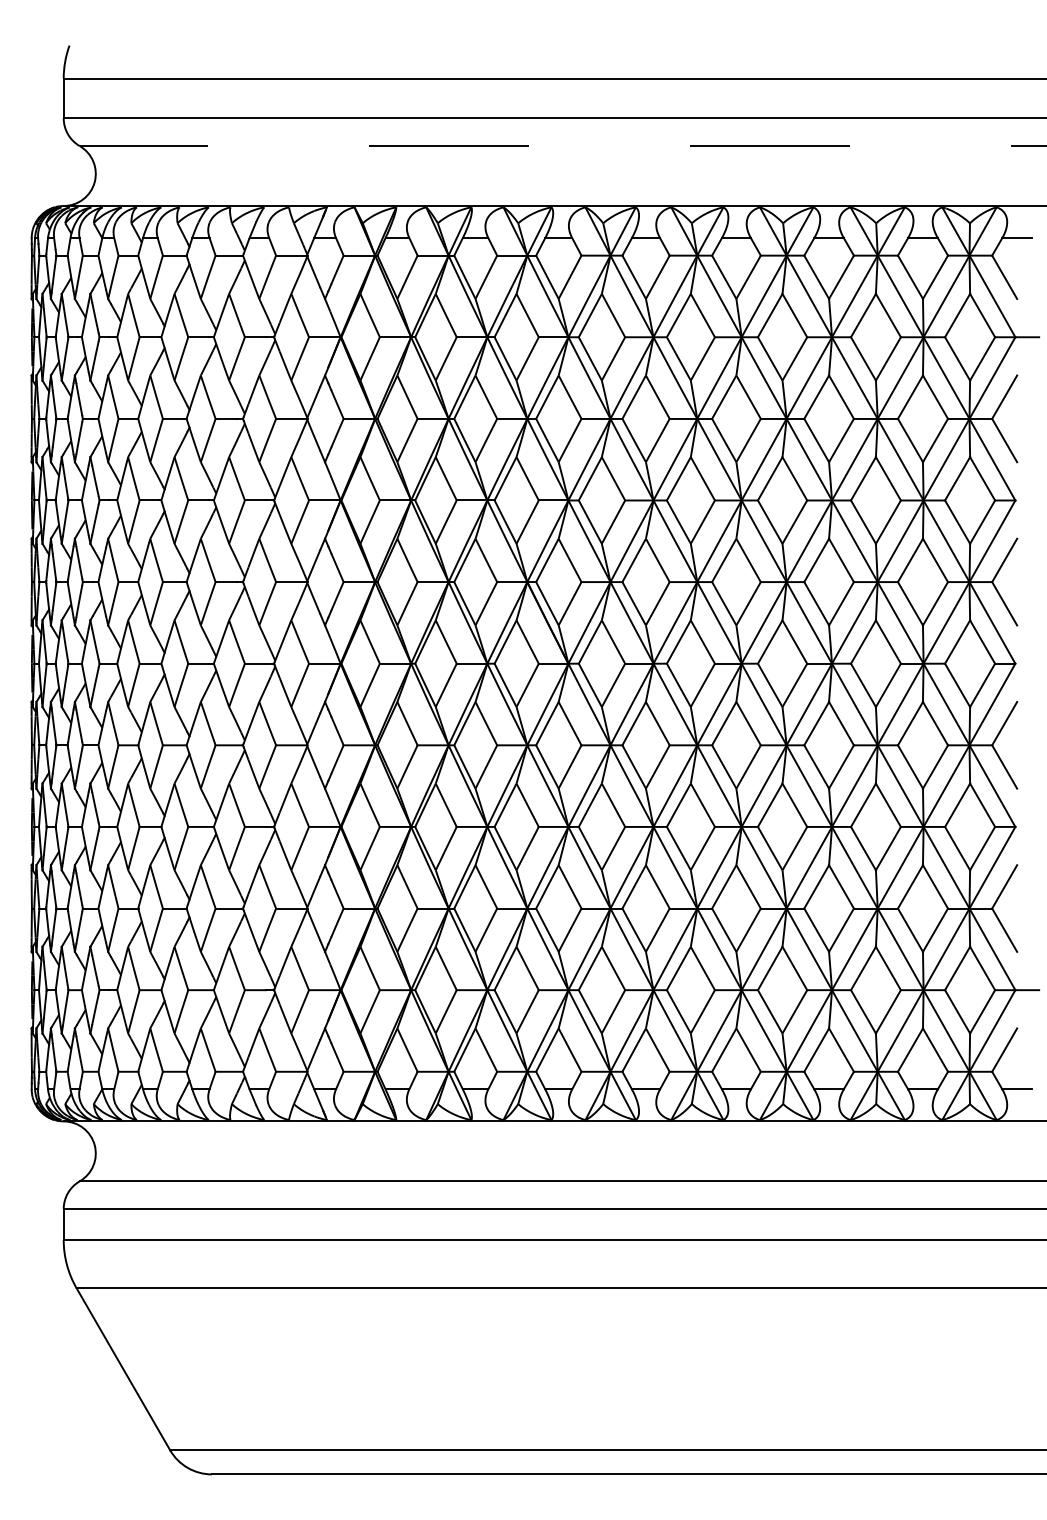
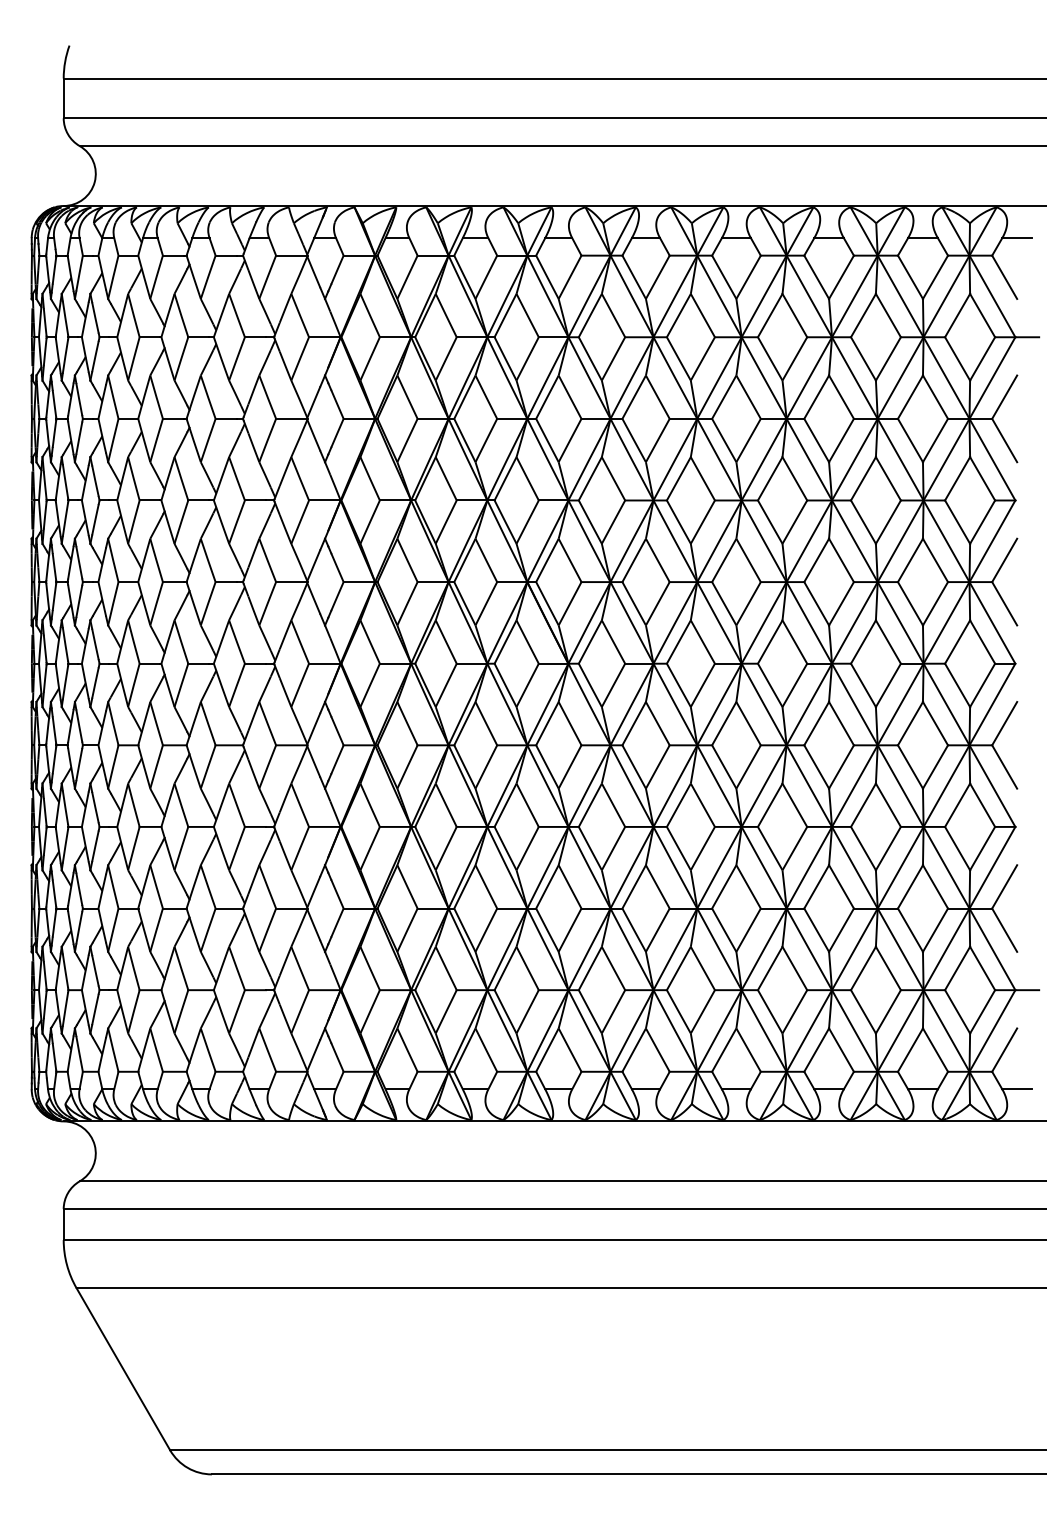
line at (562, 146): dashed -> solid
